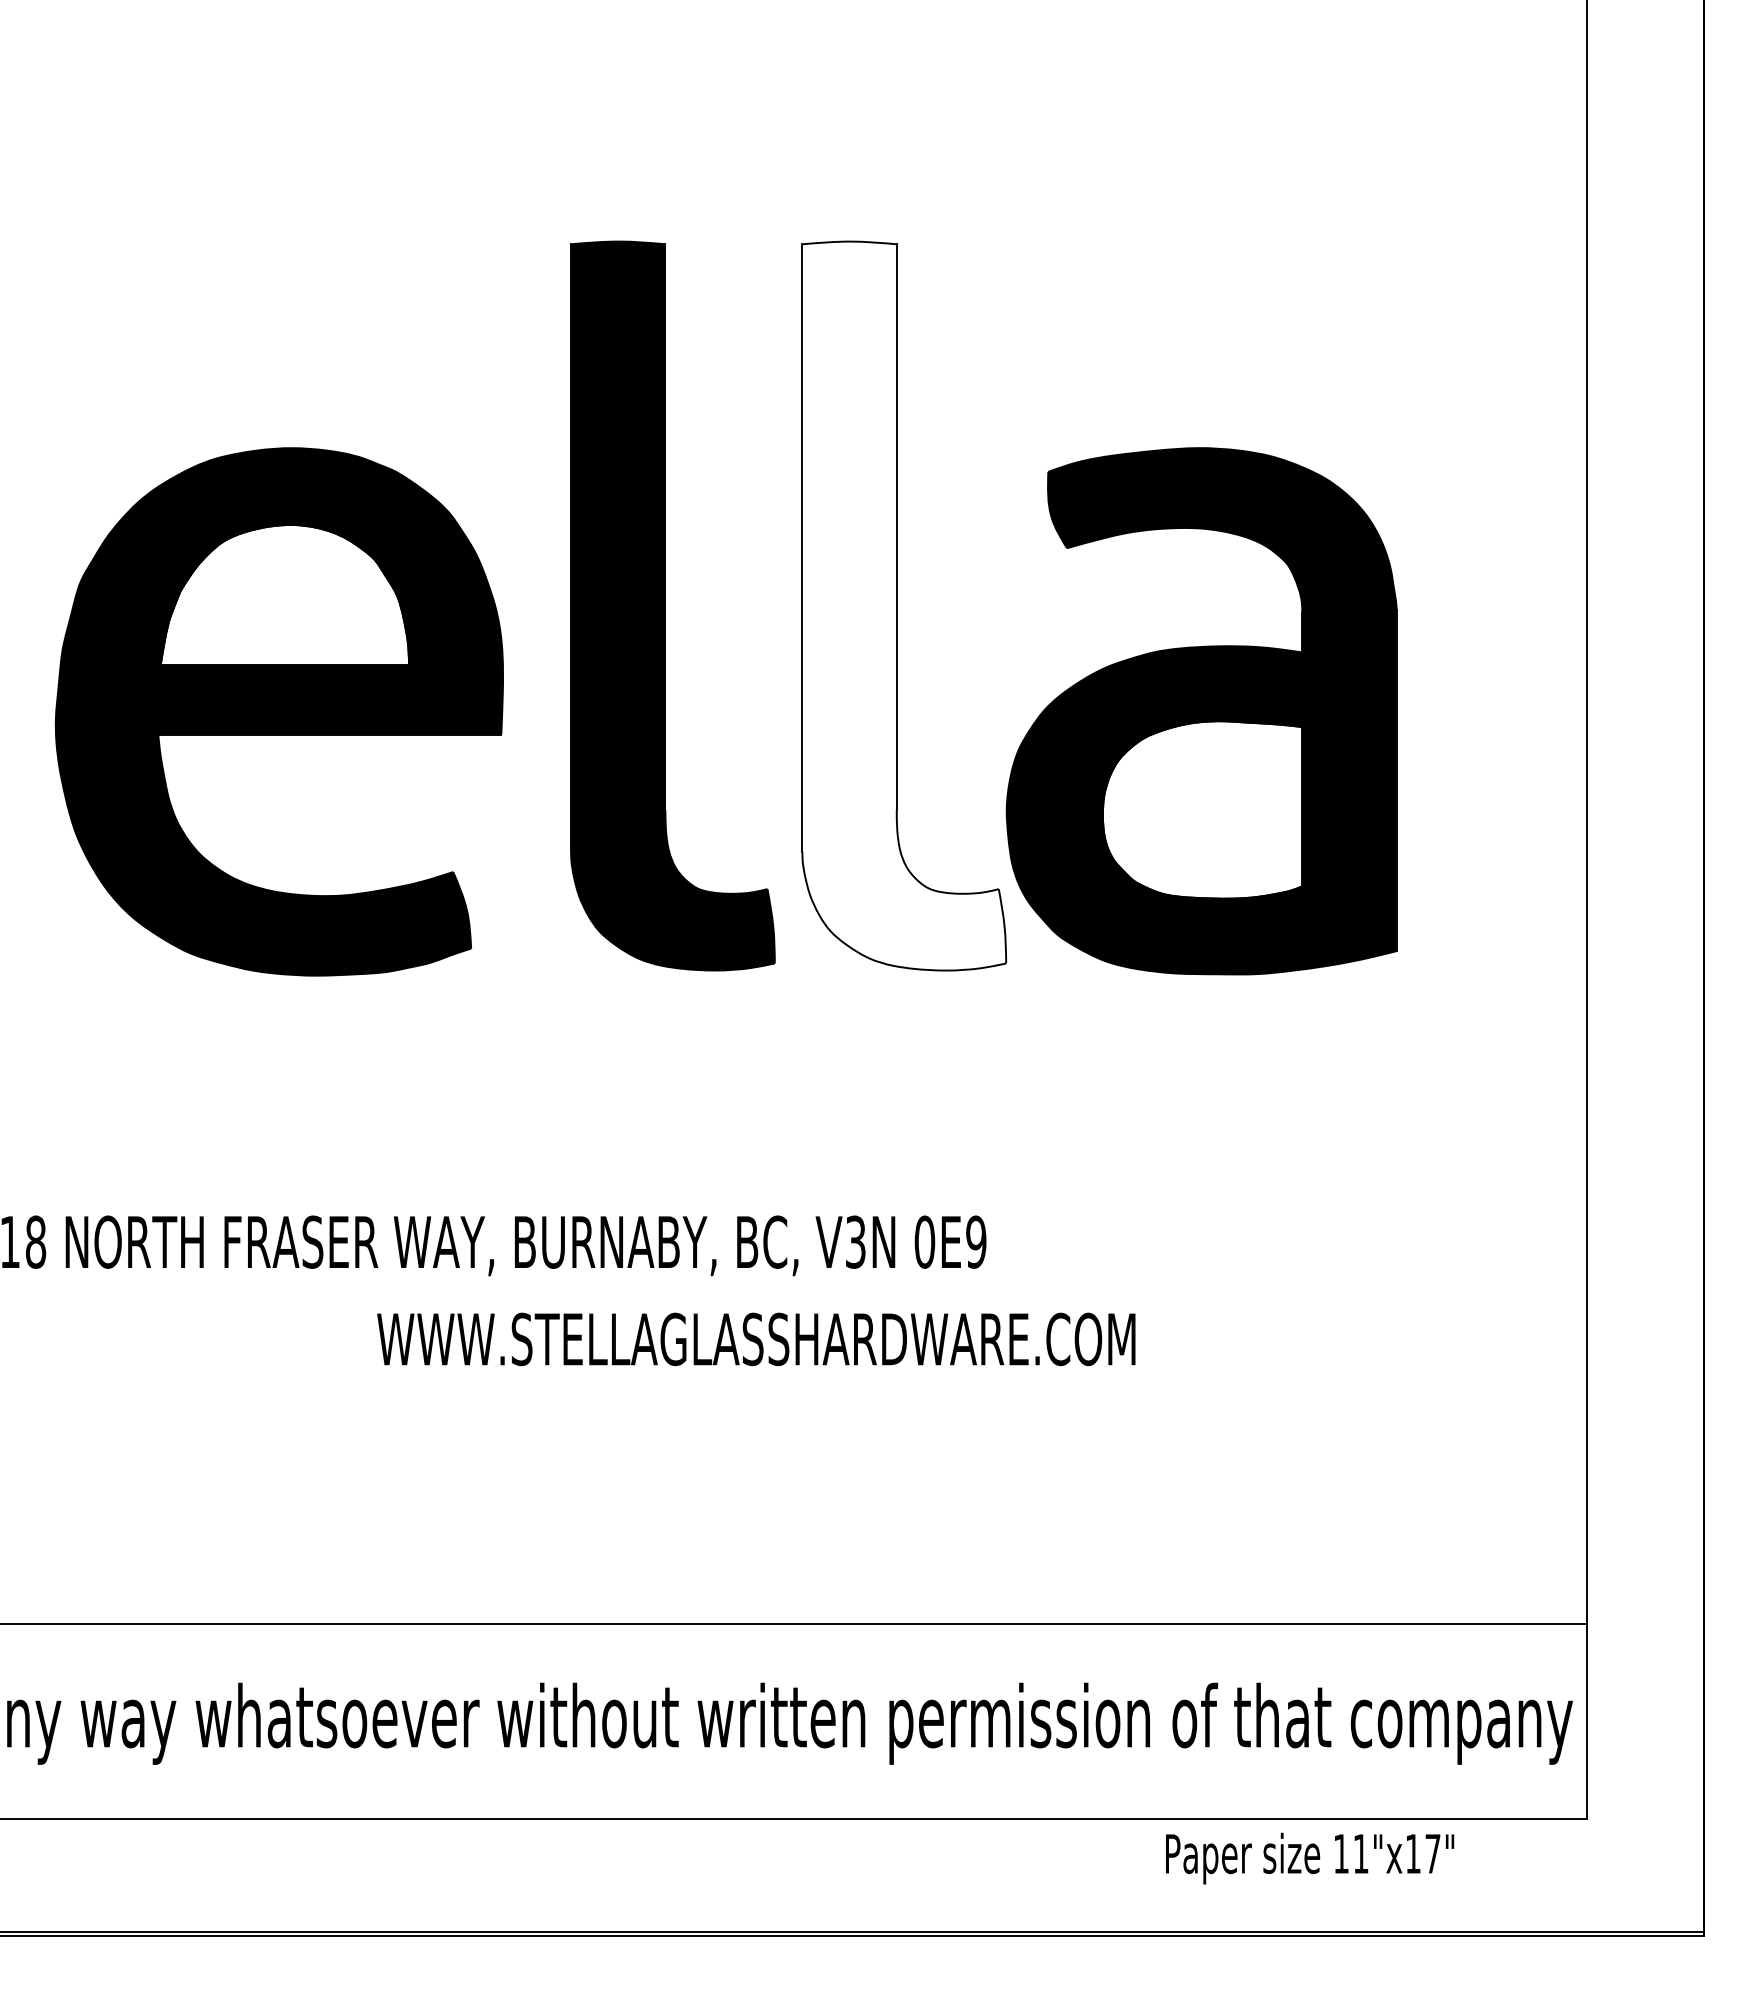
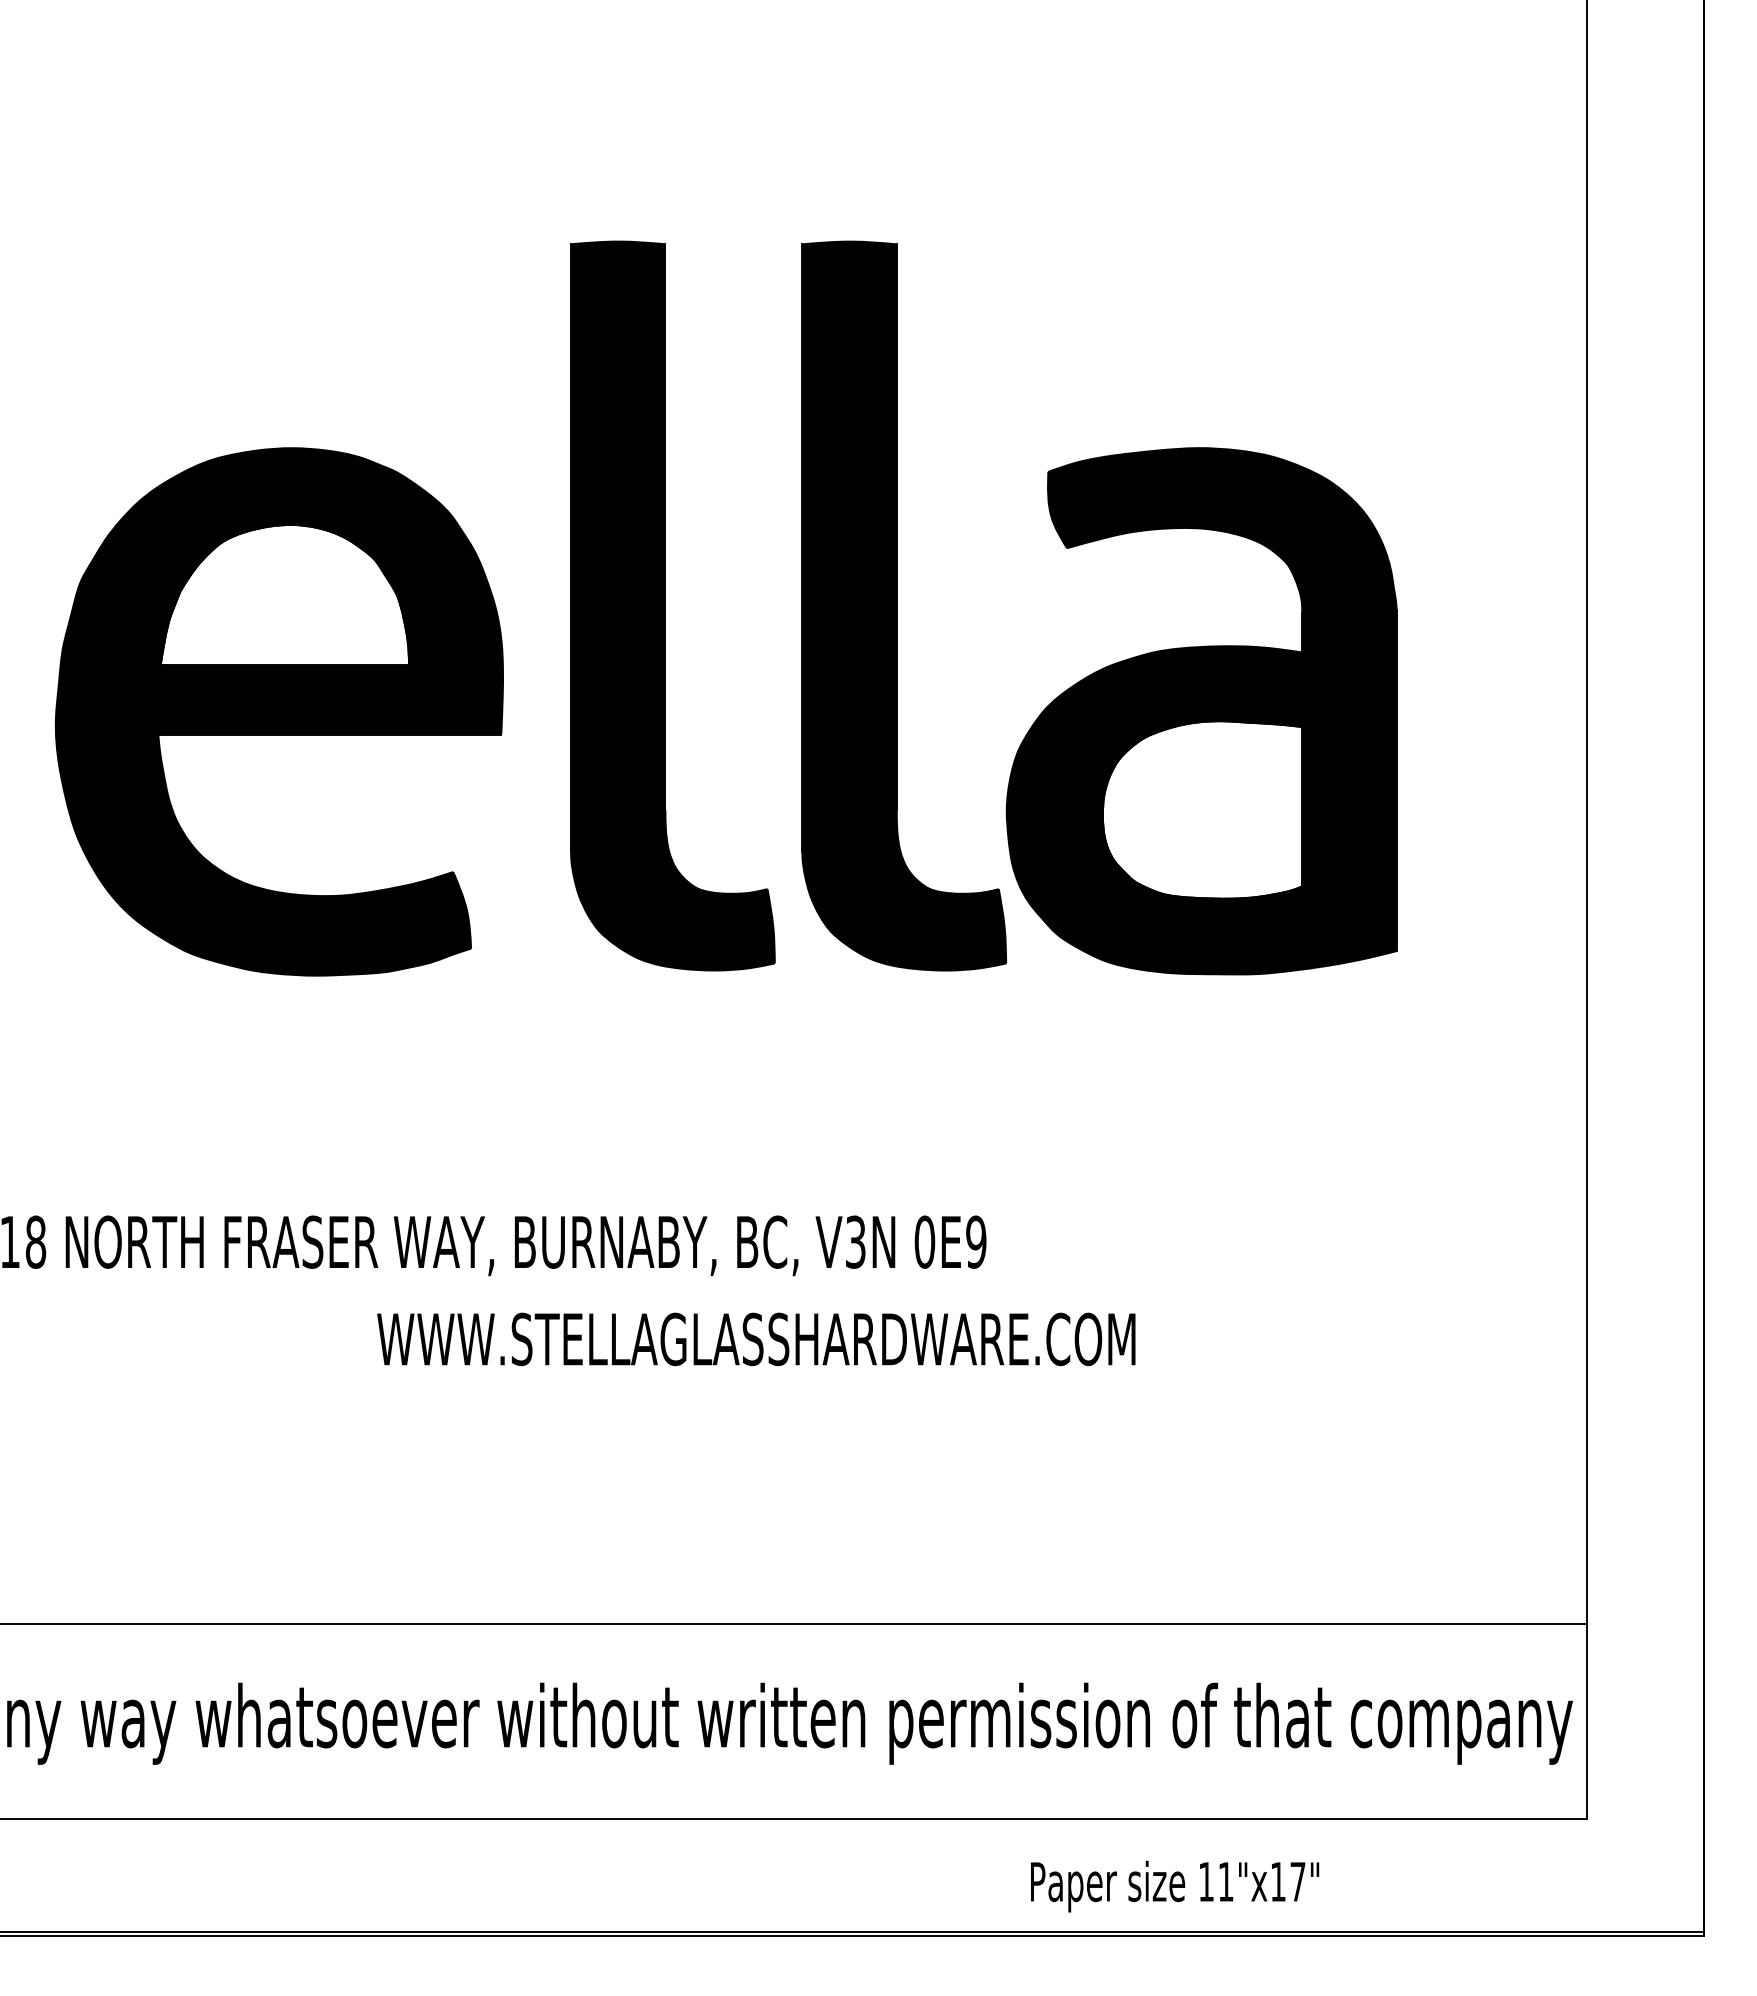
fill at (904, 605): none -> present
text at (1310, 1858) position: (1310, 1858) -> (1175, 1886)
